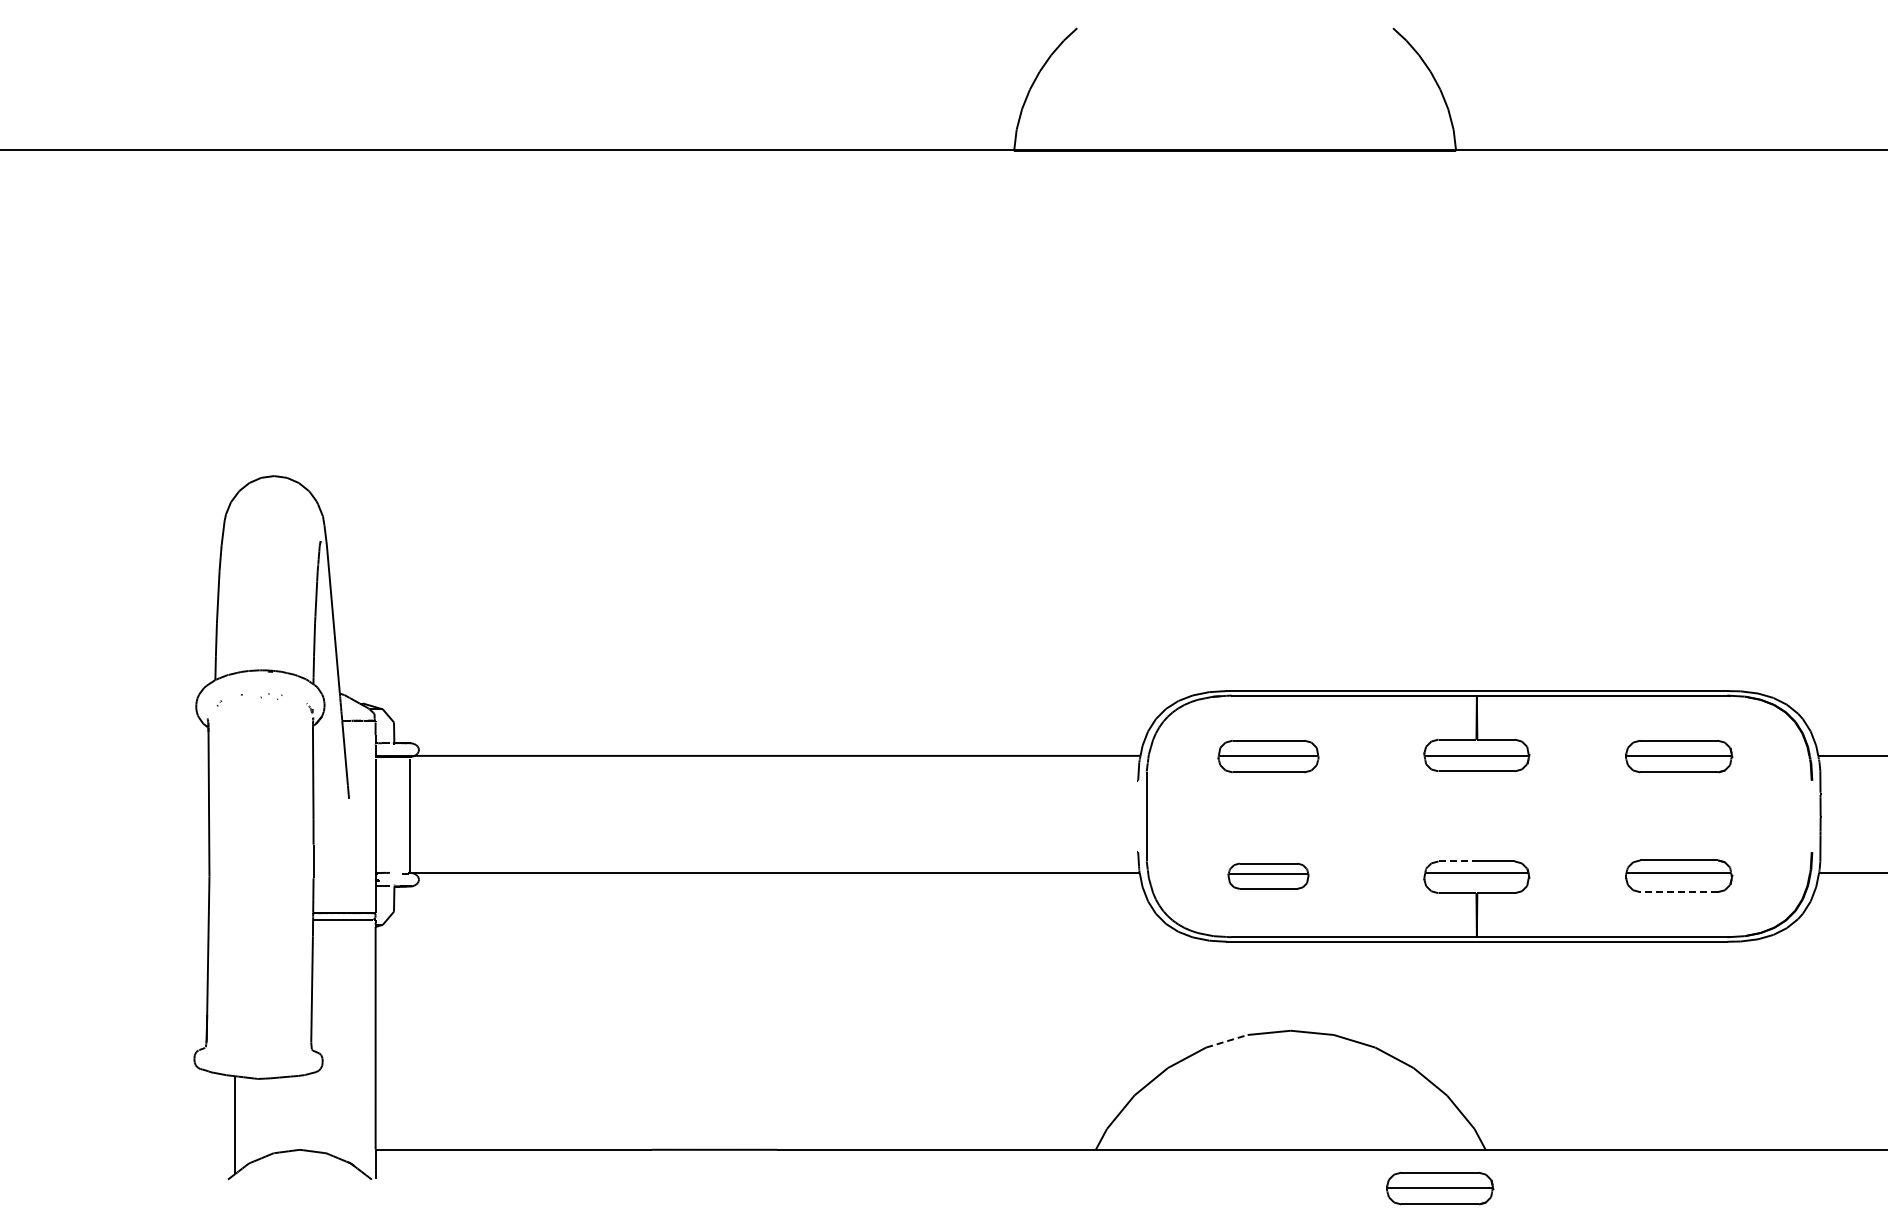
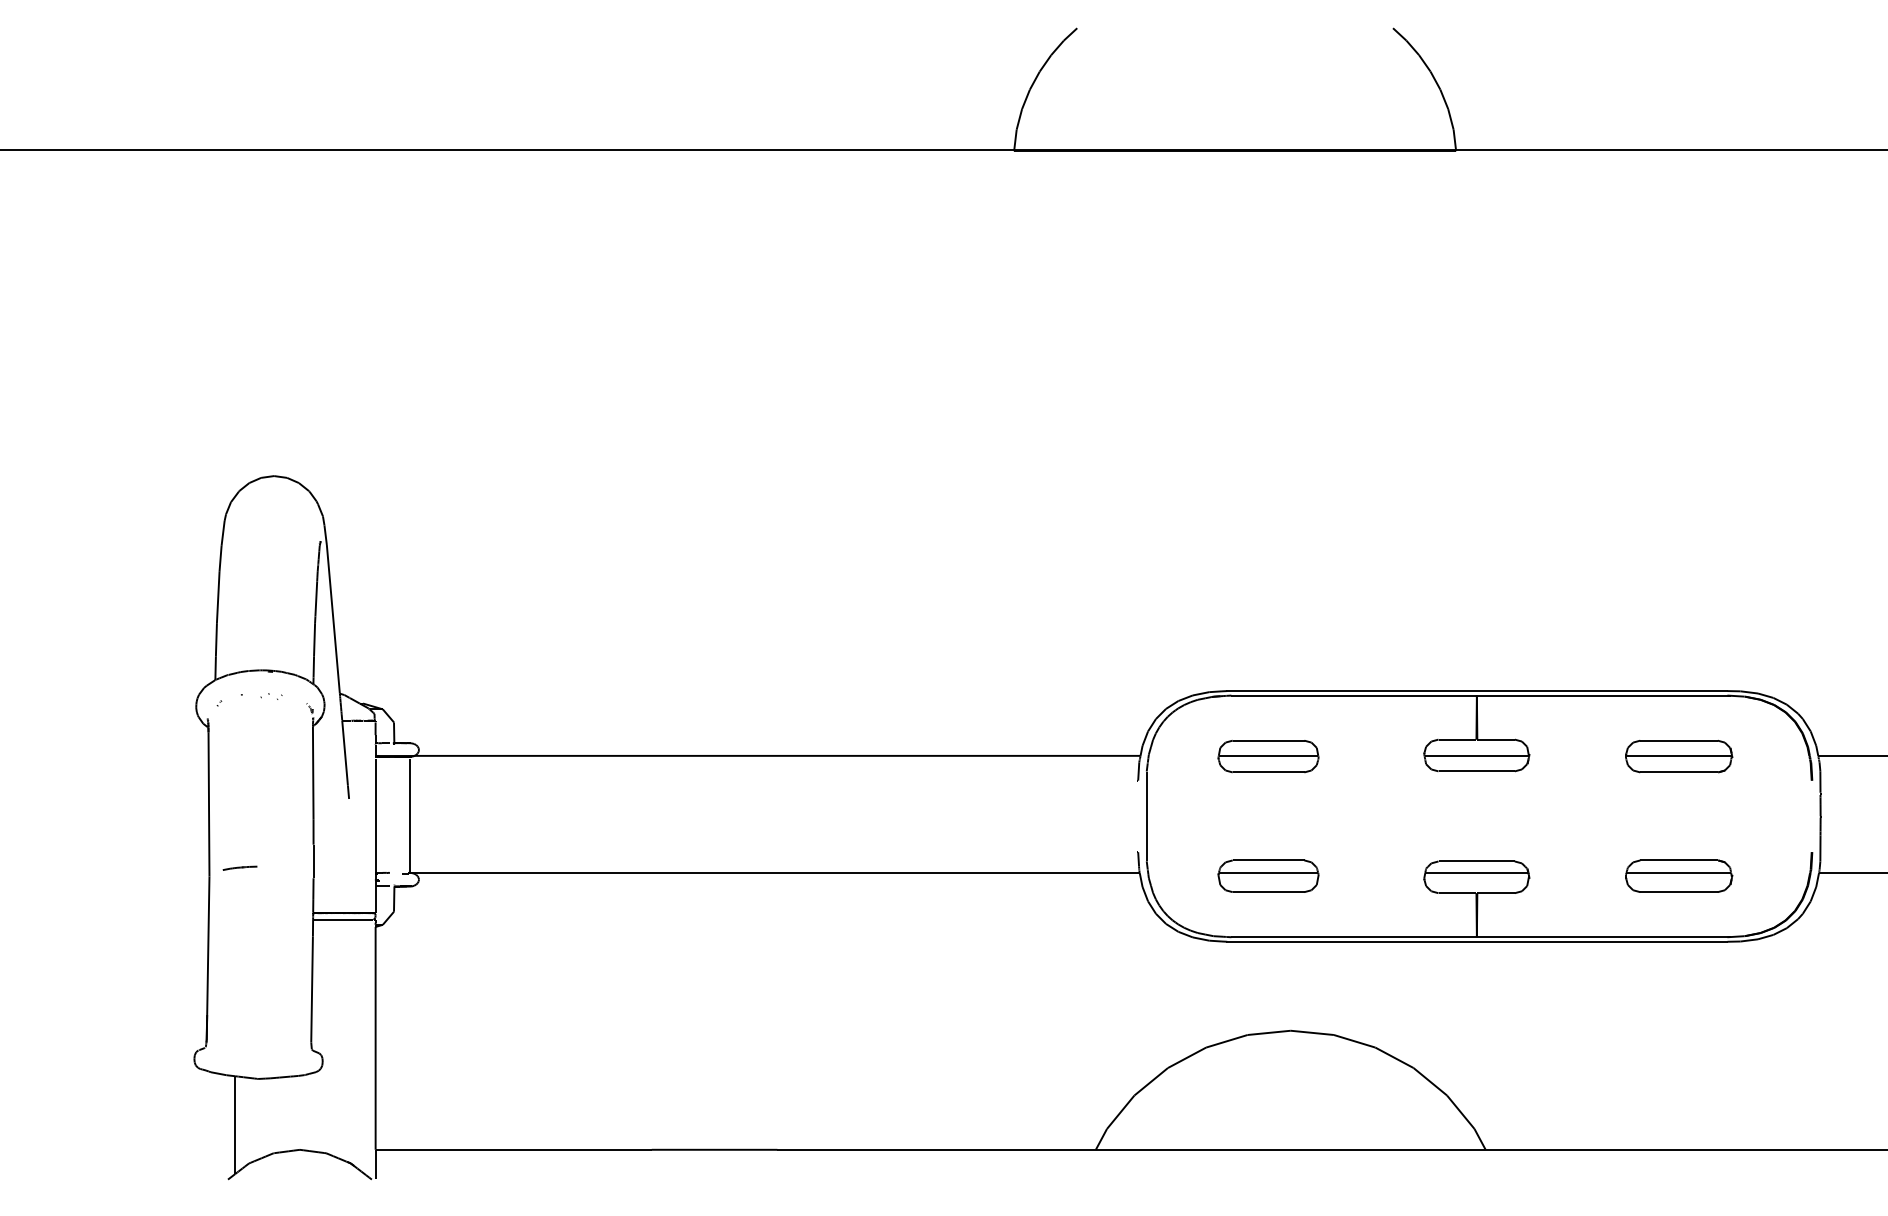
line at (1458, 861): dashed -> solid
line at (239, 867): none -> present
part at (1268, 875) size: 83x28 px -> 103x34 px
line at (1679, 892): dashed -> solid
line at (1226, 1041): dashed -> solid
part at (1440, 1188): present -> none
